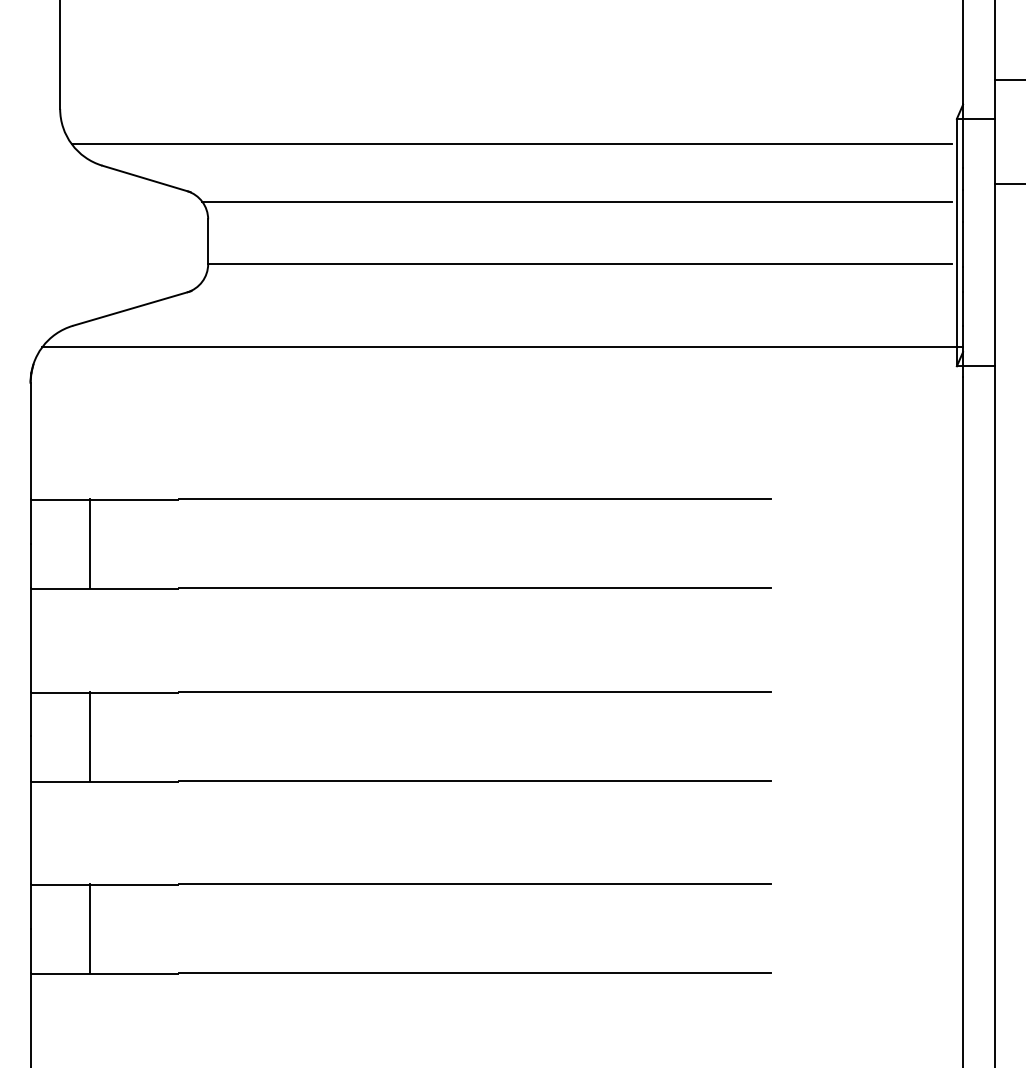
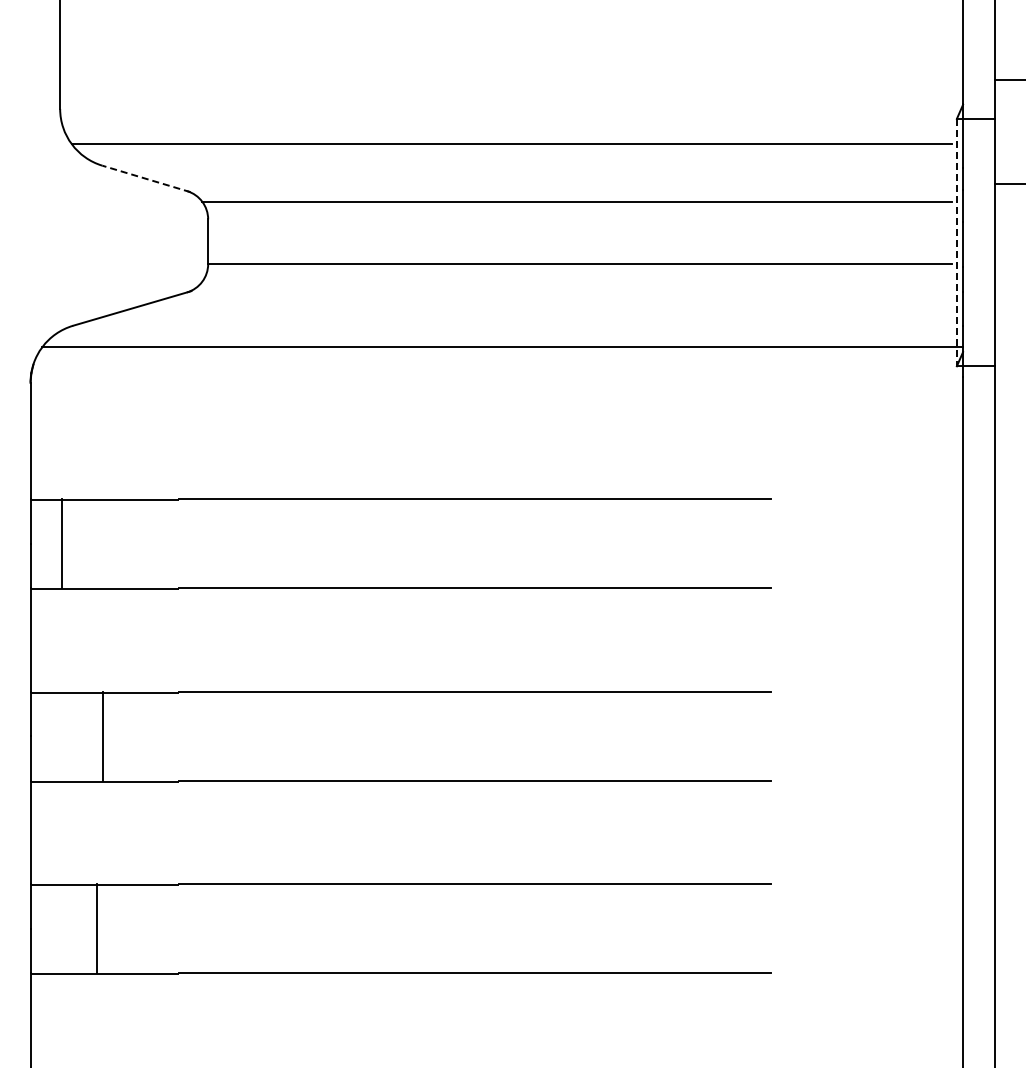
line at (146, 178): solid -> dashed
line at (956, 242): solid -> dashed
line at (89, 543) position: (89, 543) -> (61, 543)
line at (89, 735) position: (89, 735) -> (102, 735)
line at (89, 928) position: (89, 928) -> (96, 928)
